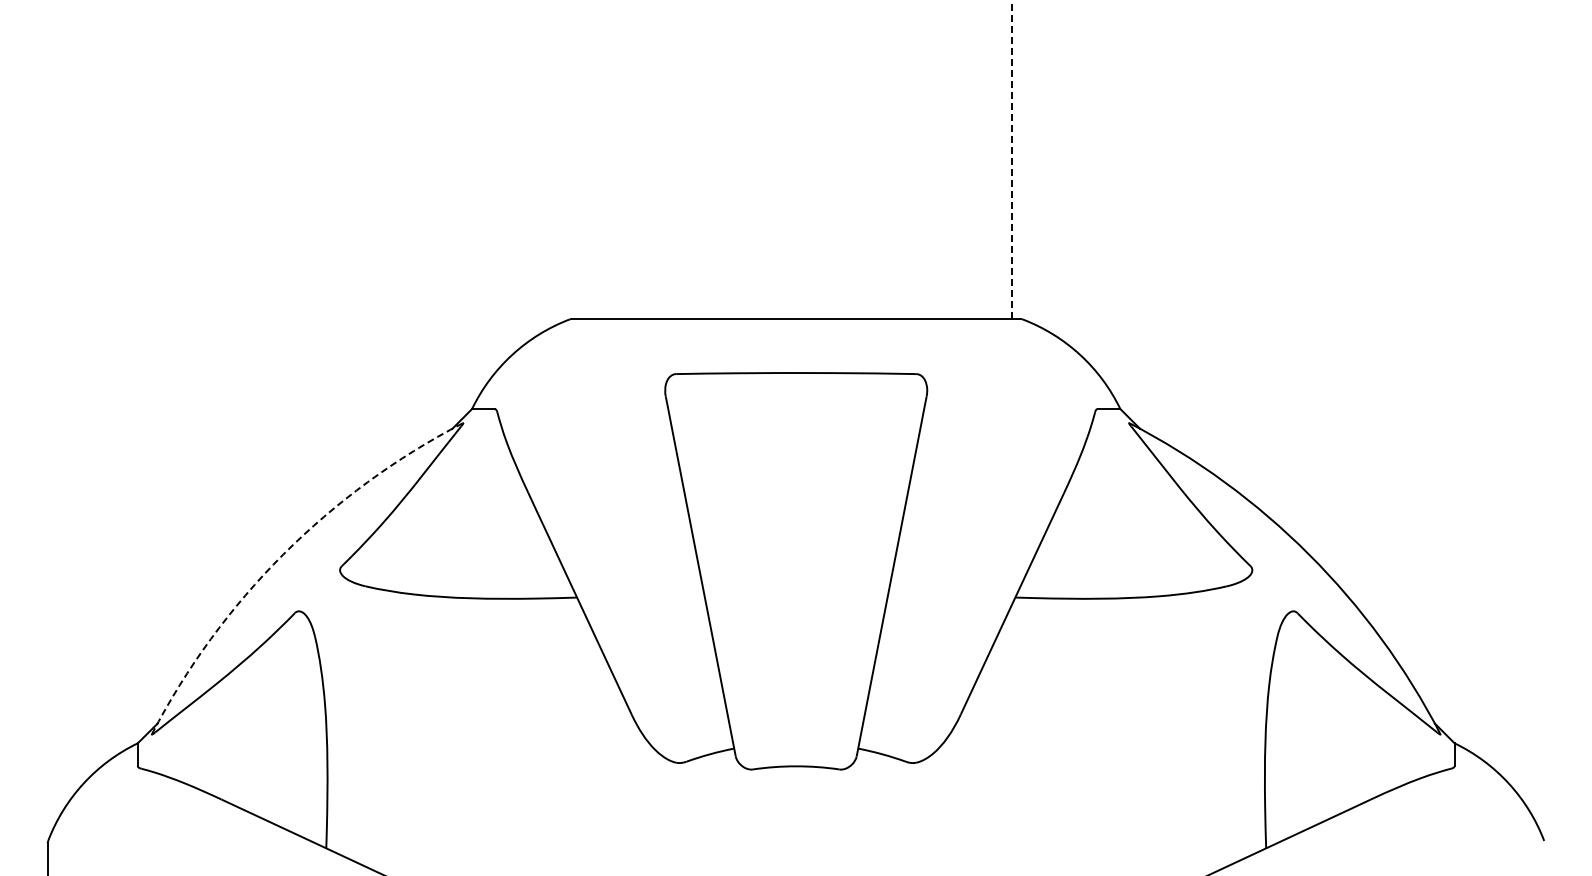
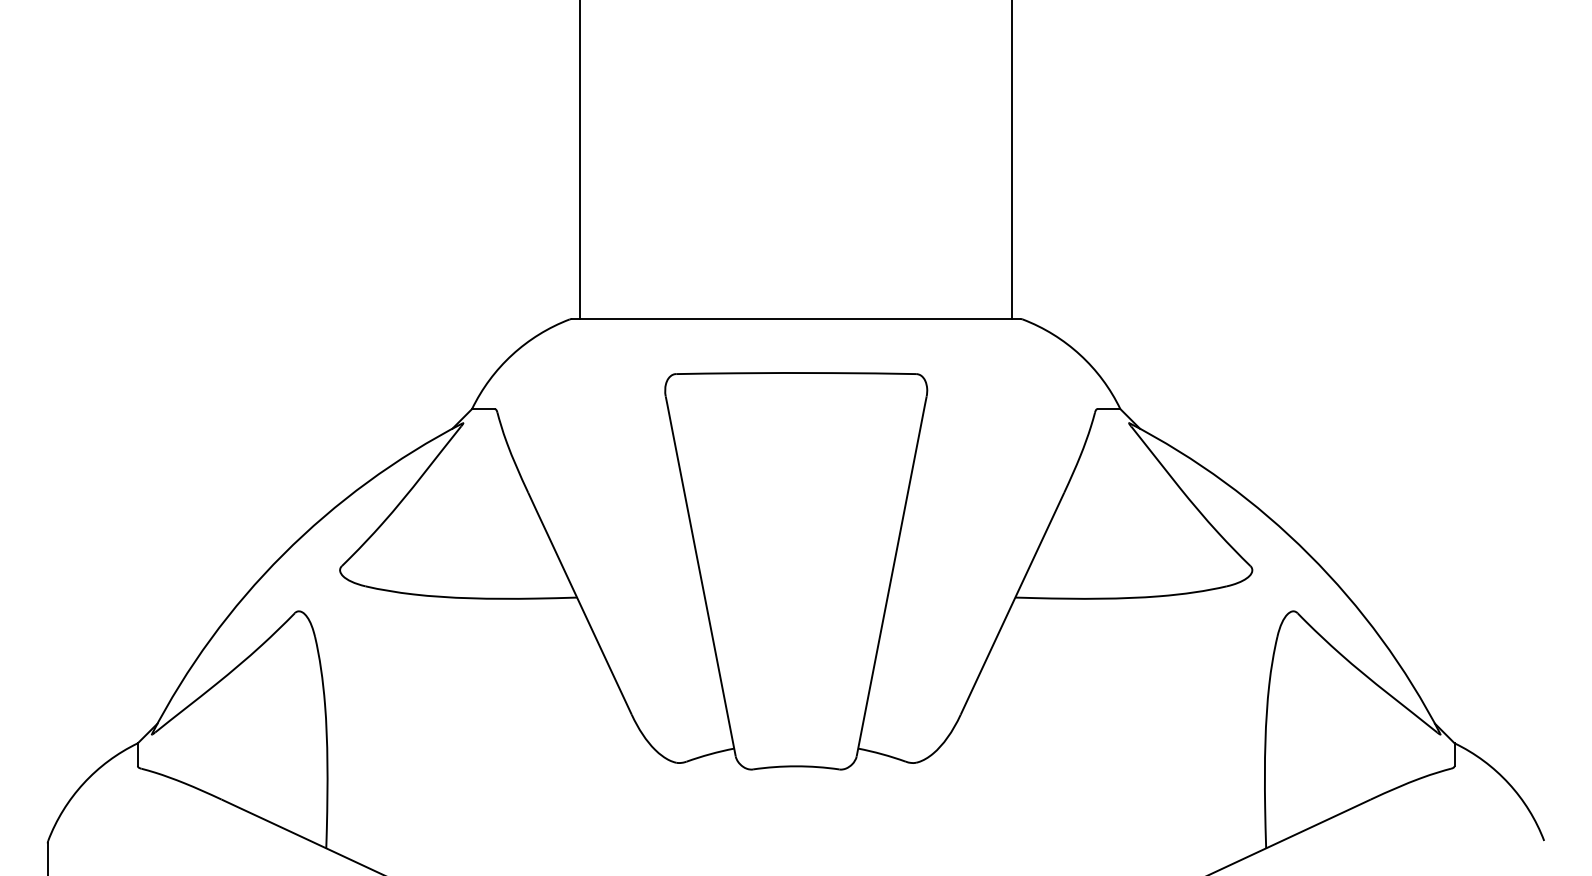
line at (1011, 159): dashed -> solid
line at (580, 160): none -> present
arc at (283, 554): dashed -> solid
